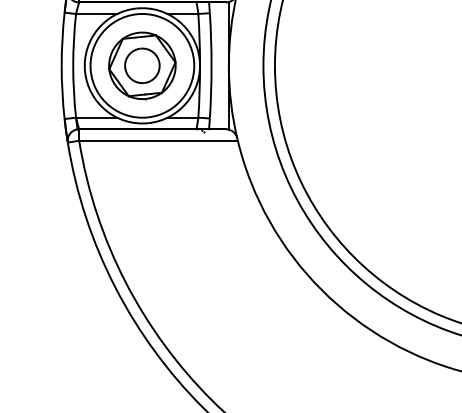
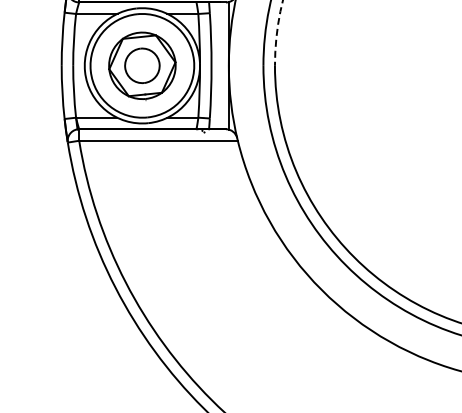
arc at (277, 32): solid -> dashed
